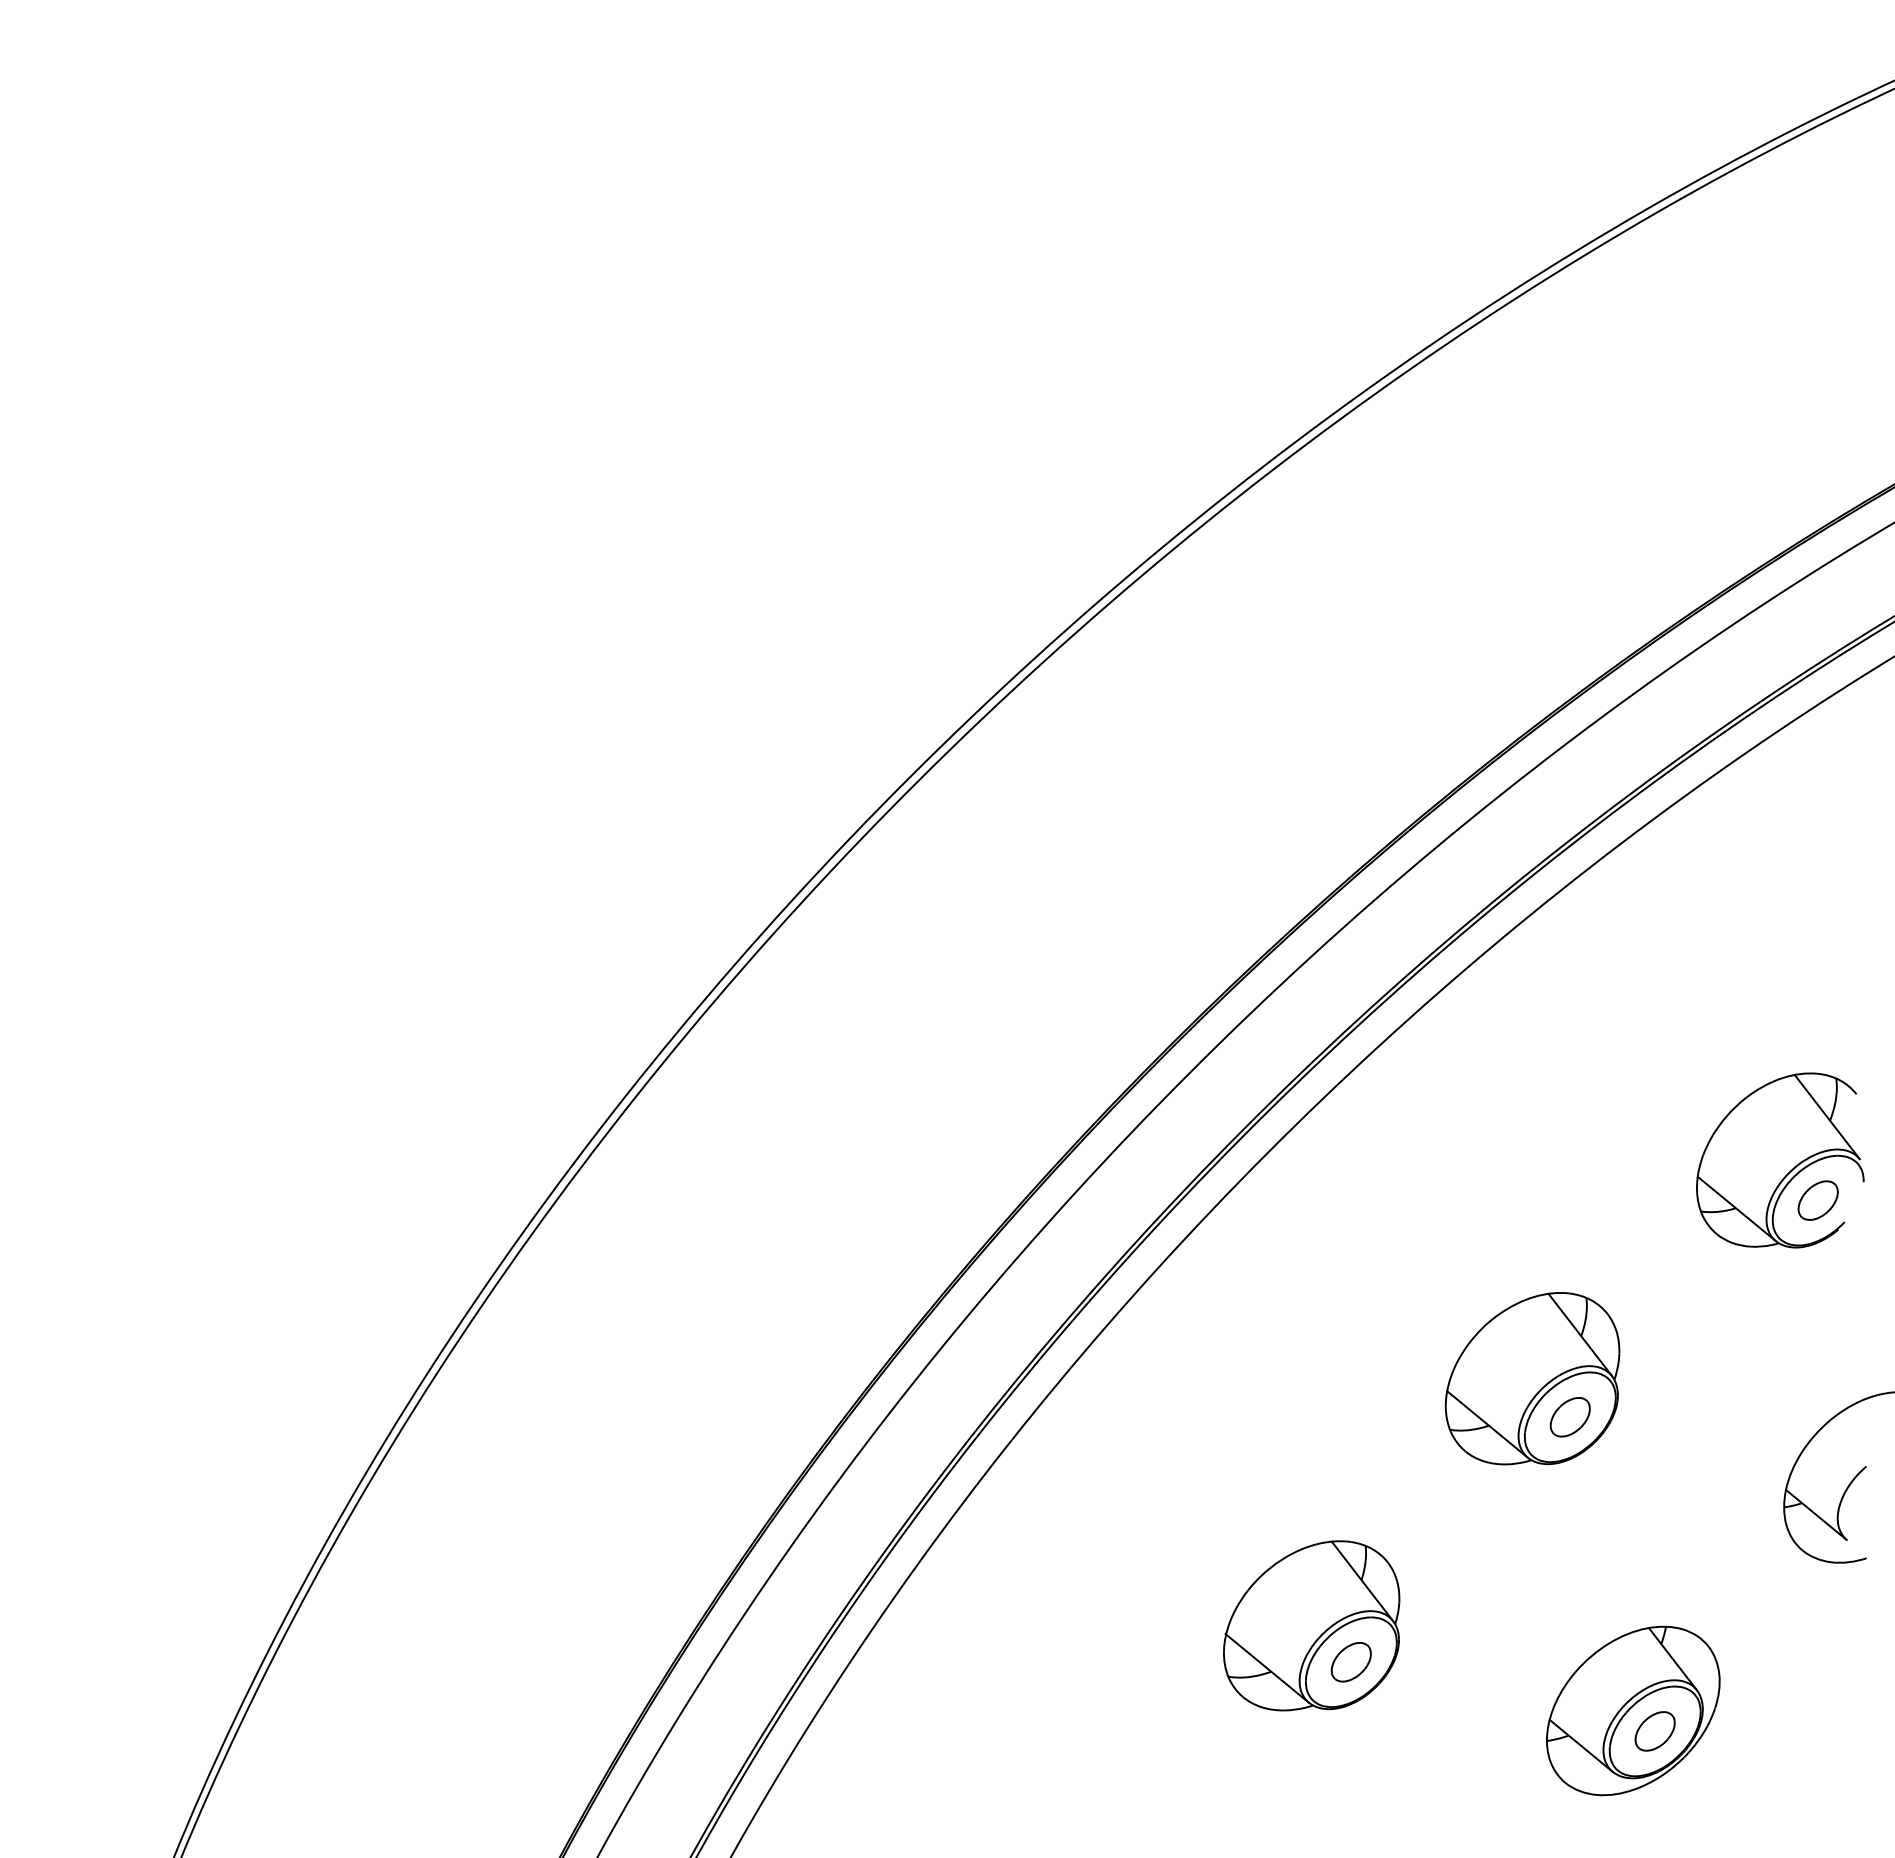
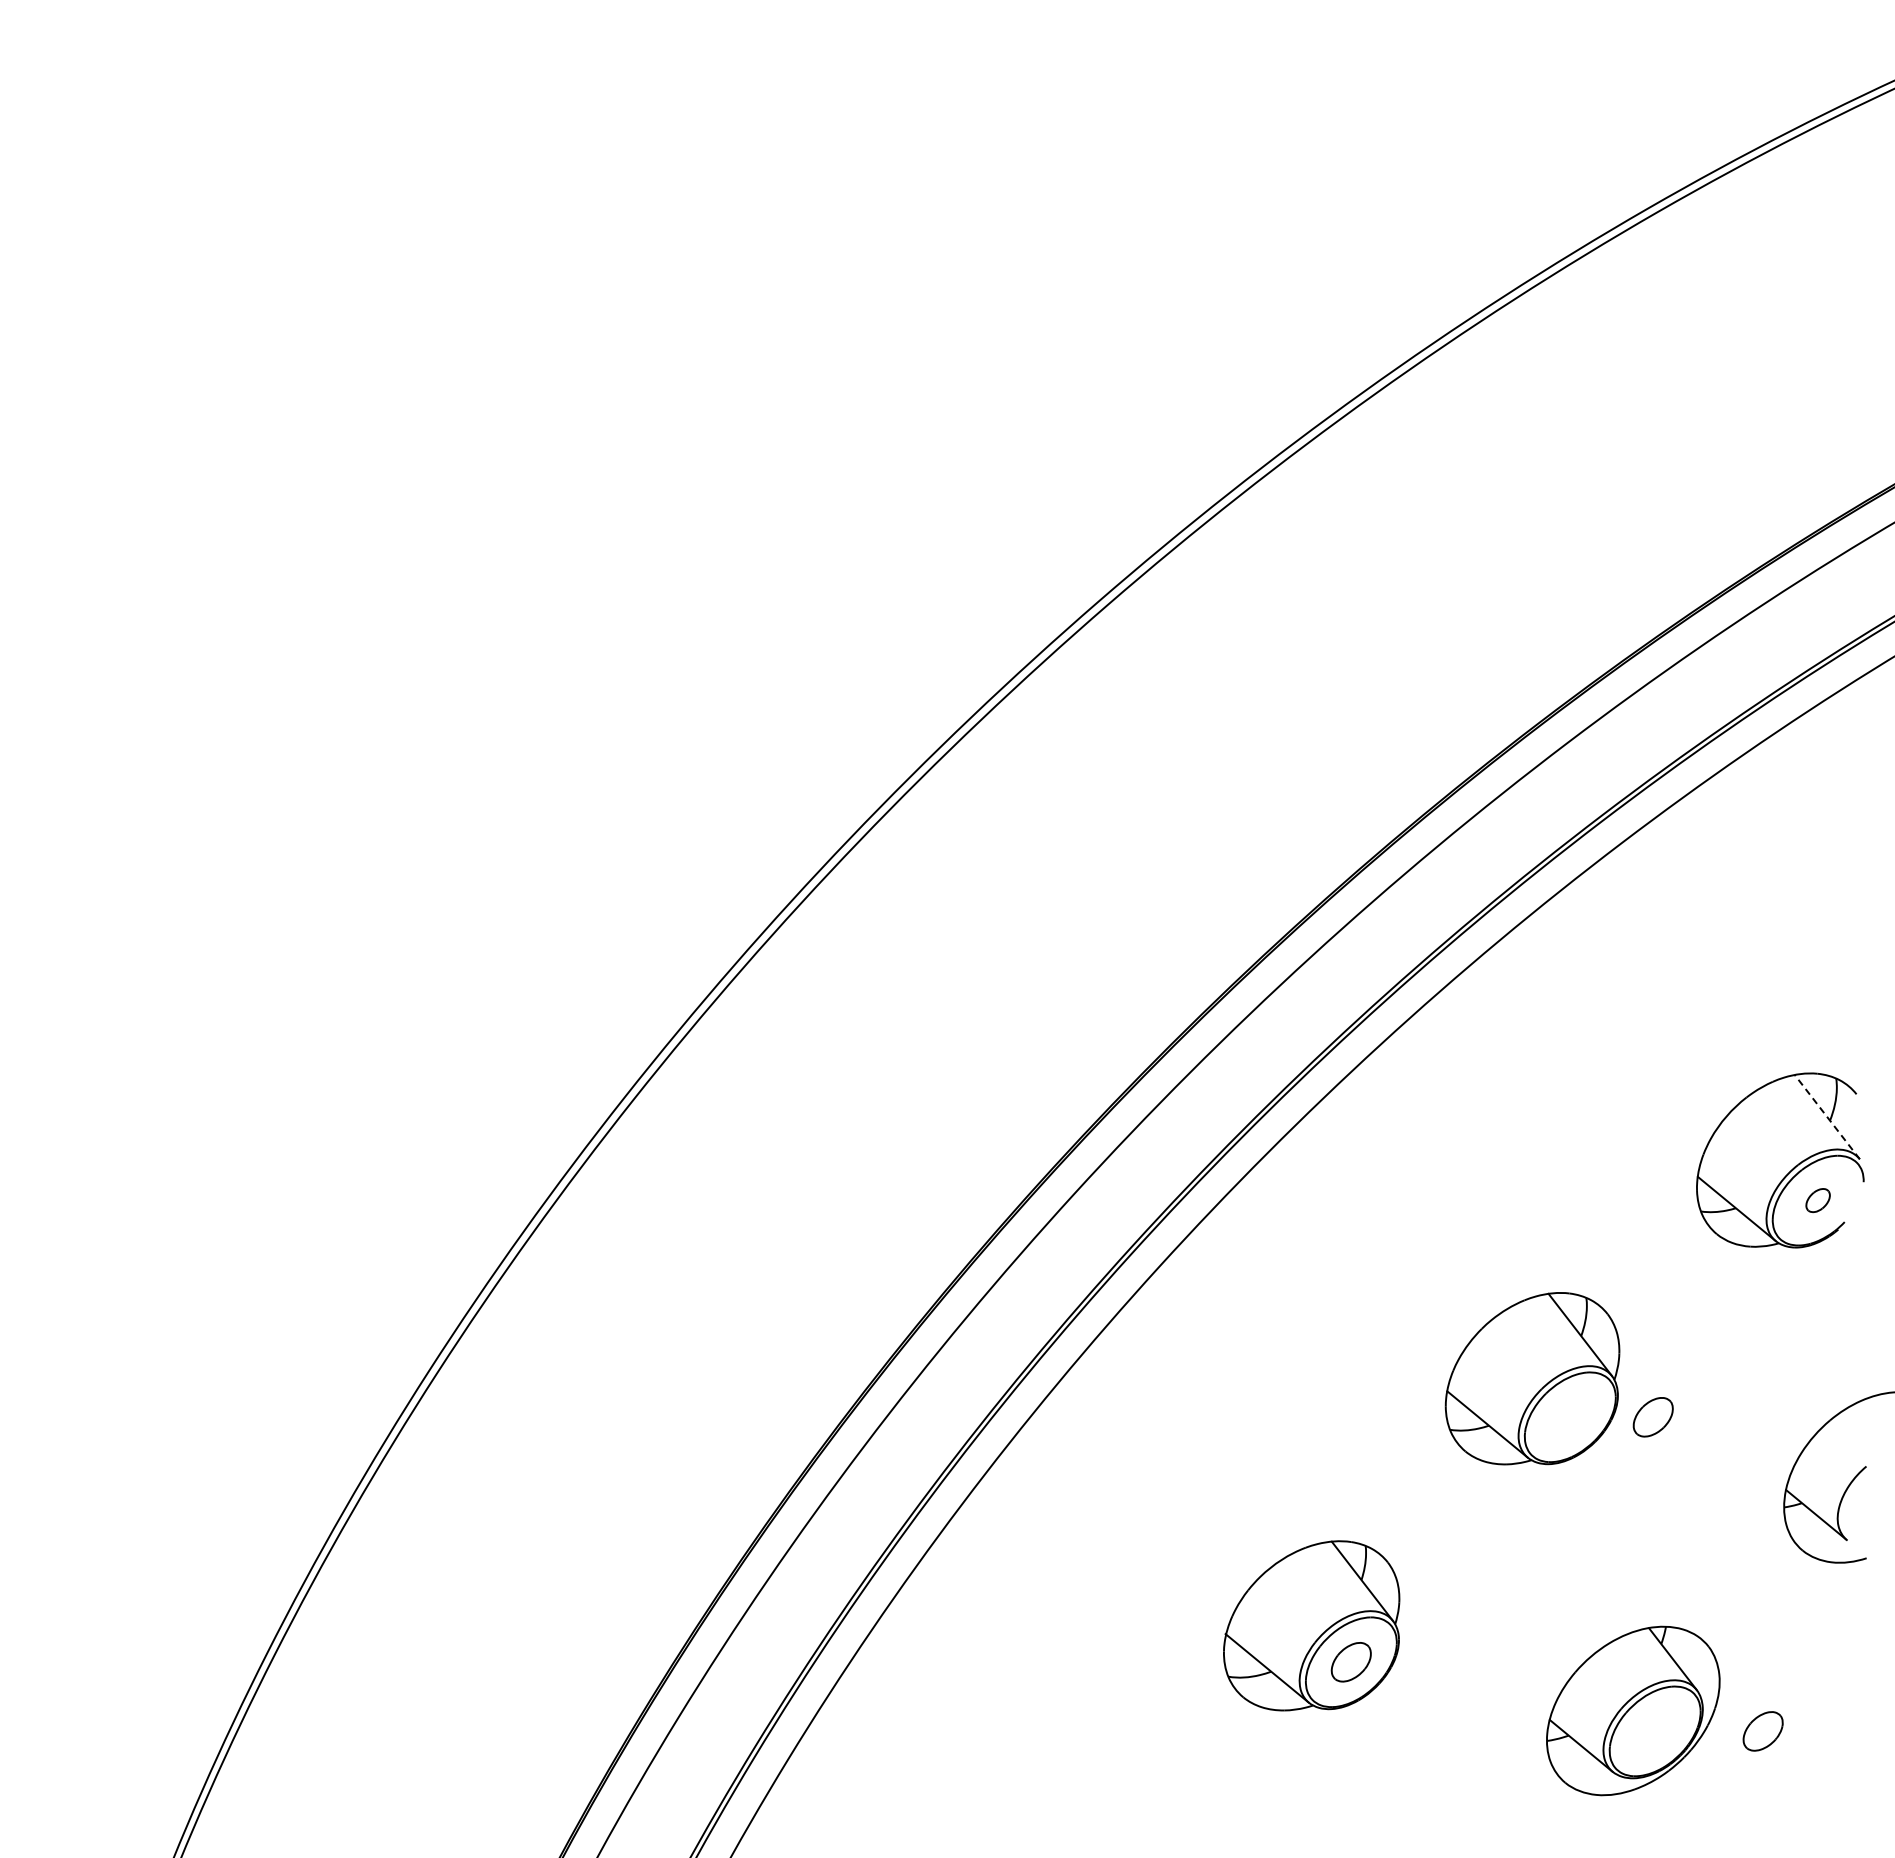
line at (1827, 1116): solid -> dashed
part at (1817, 1200) size: 42x41 px -> 26x26 px
part at (1569, 1417) position: (1569, 1417) -> (1652, 1417)
part at (1654, 1731) position: (1654, 1731) -> (1762, 1731)
